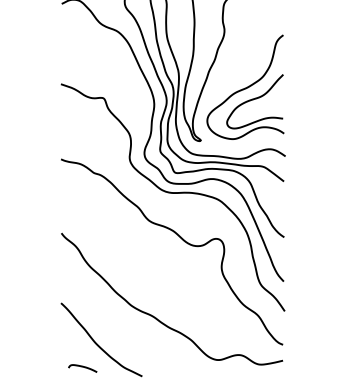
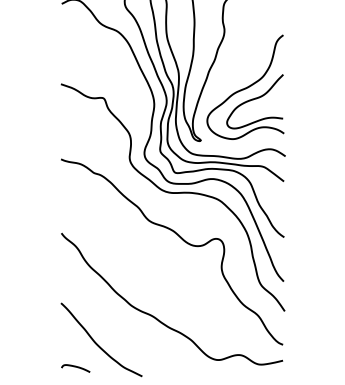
curve at (82, 367) position: (82, 367) -> (75, 367)
